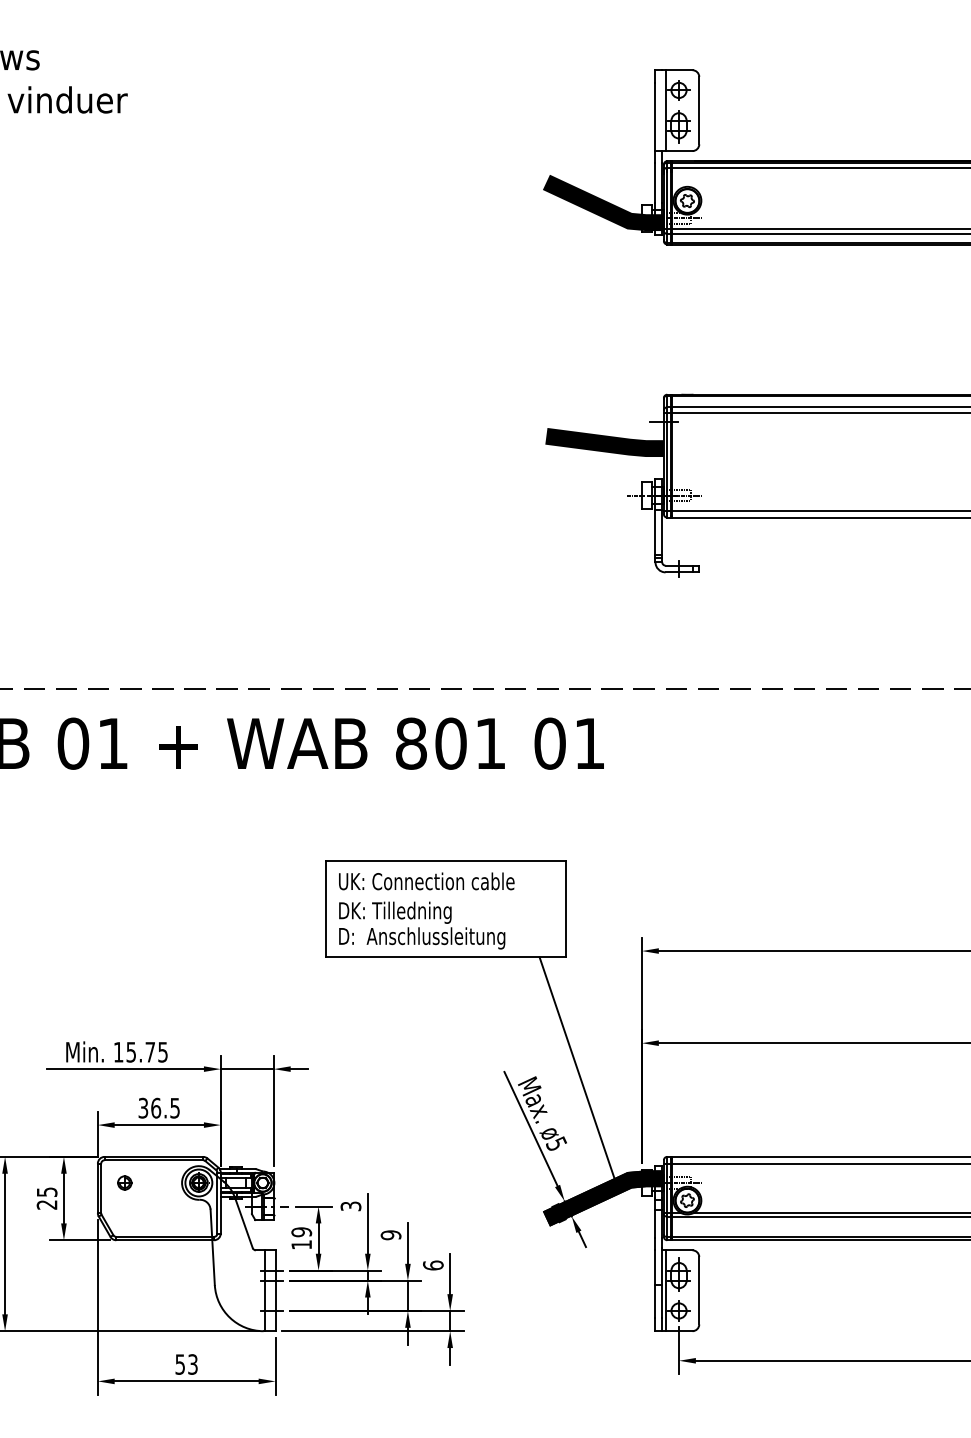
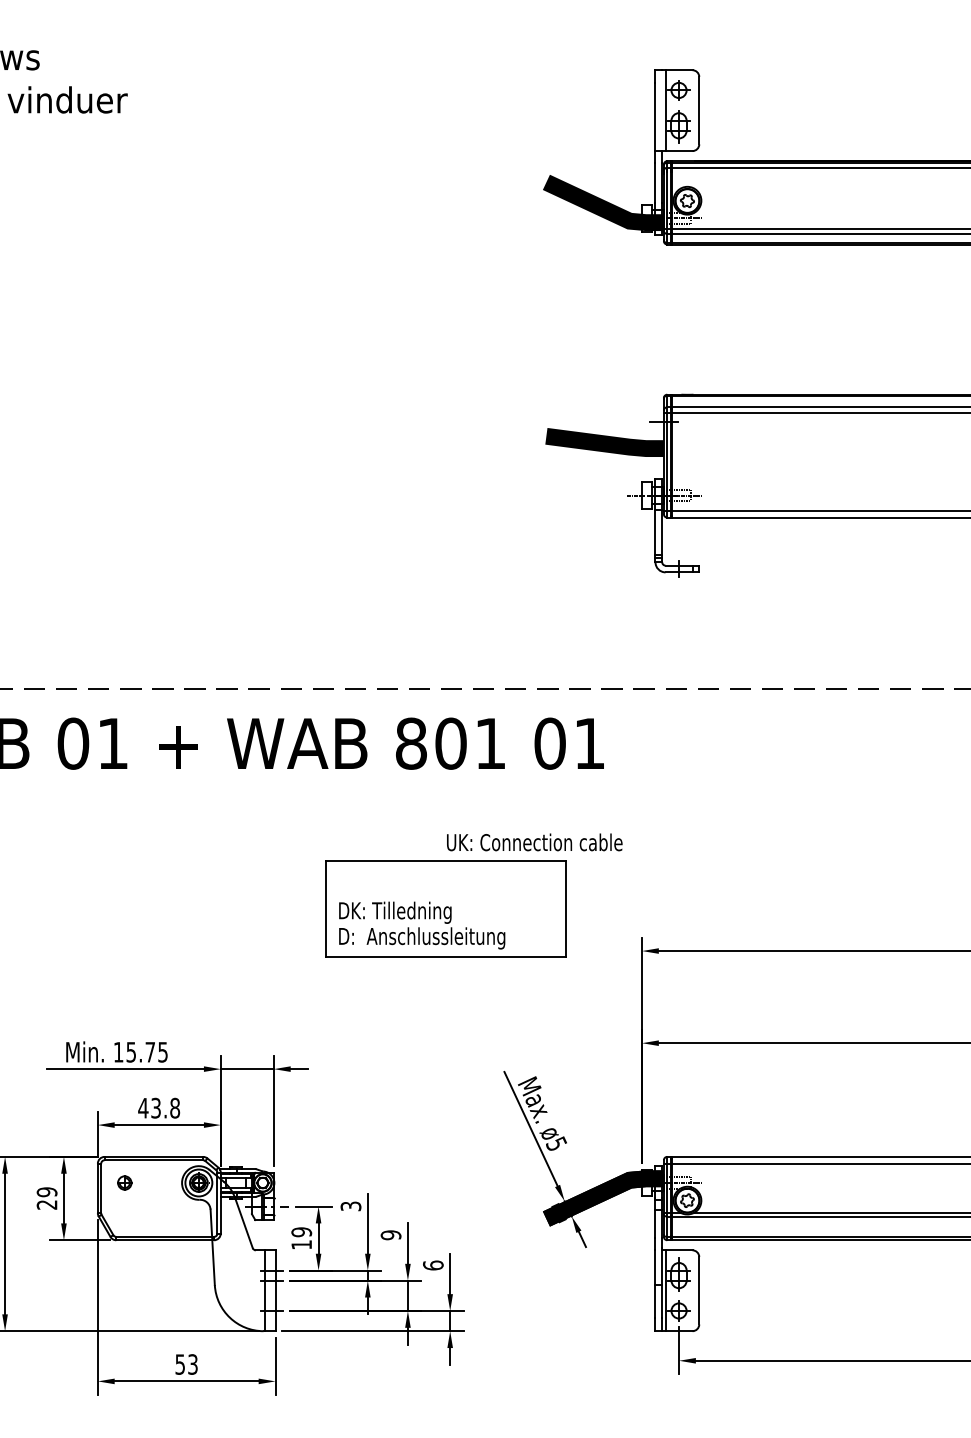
text at (426, 881) position: (426, 881) -> (534, 842)
line at (578, 1071): present -> none
text at (159, 1107): 36.5 -> 43.8
text at (46, 1192): 25 -> 29
